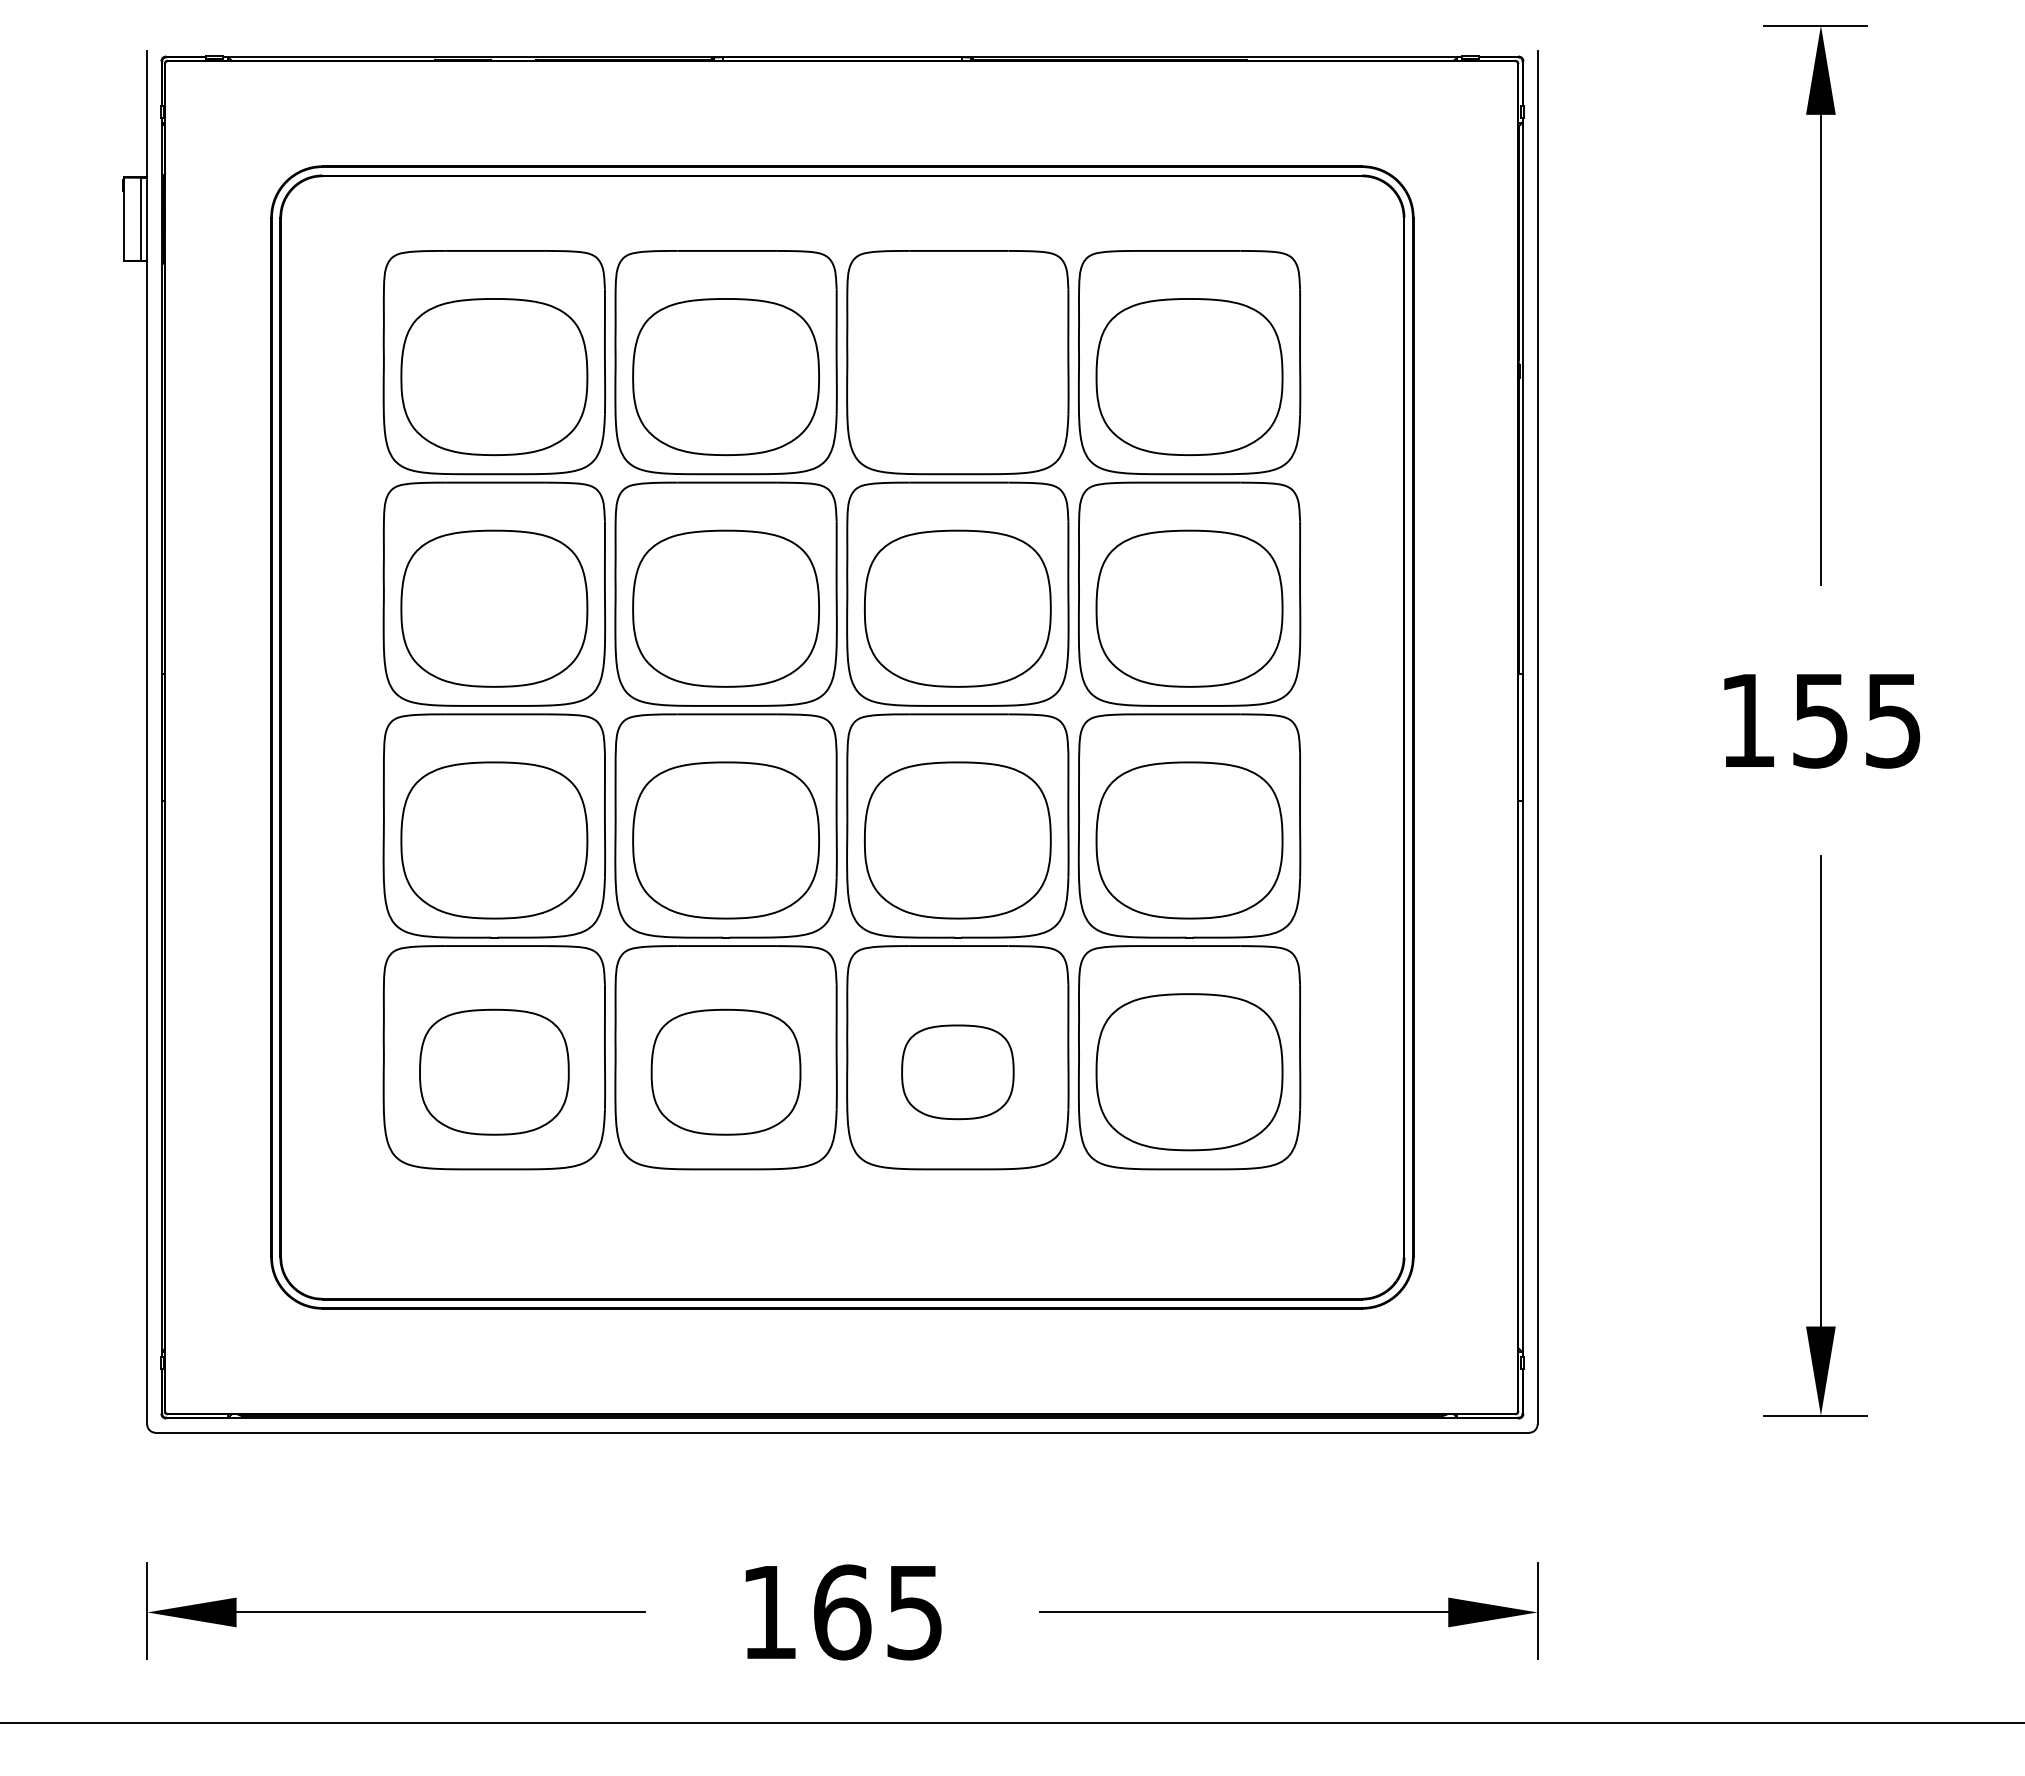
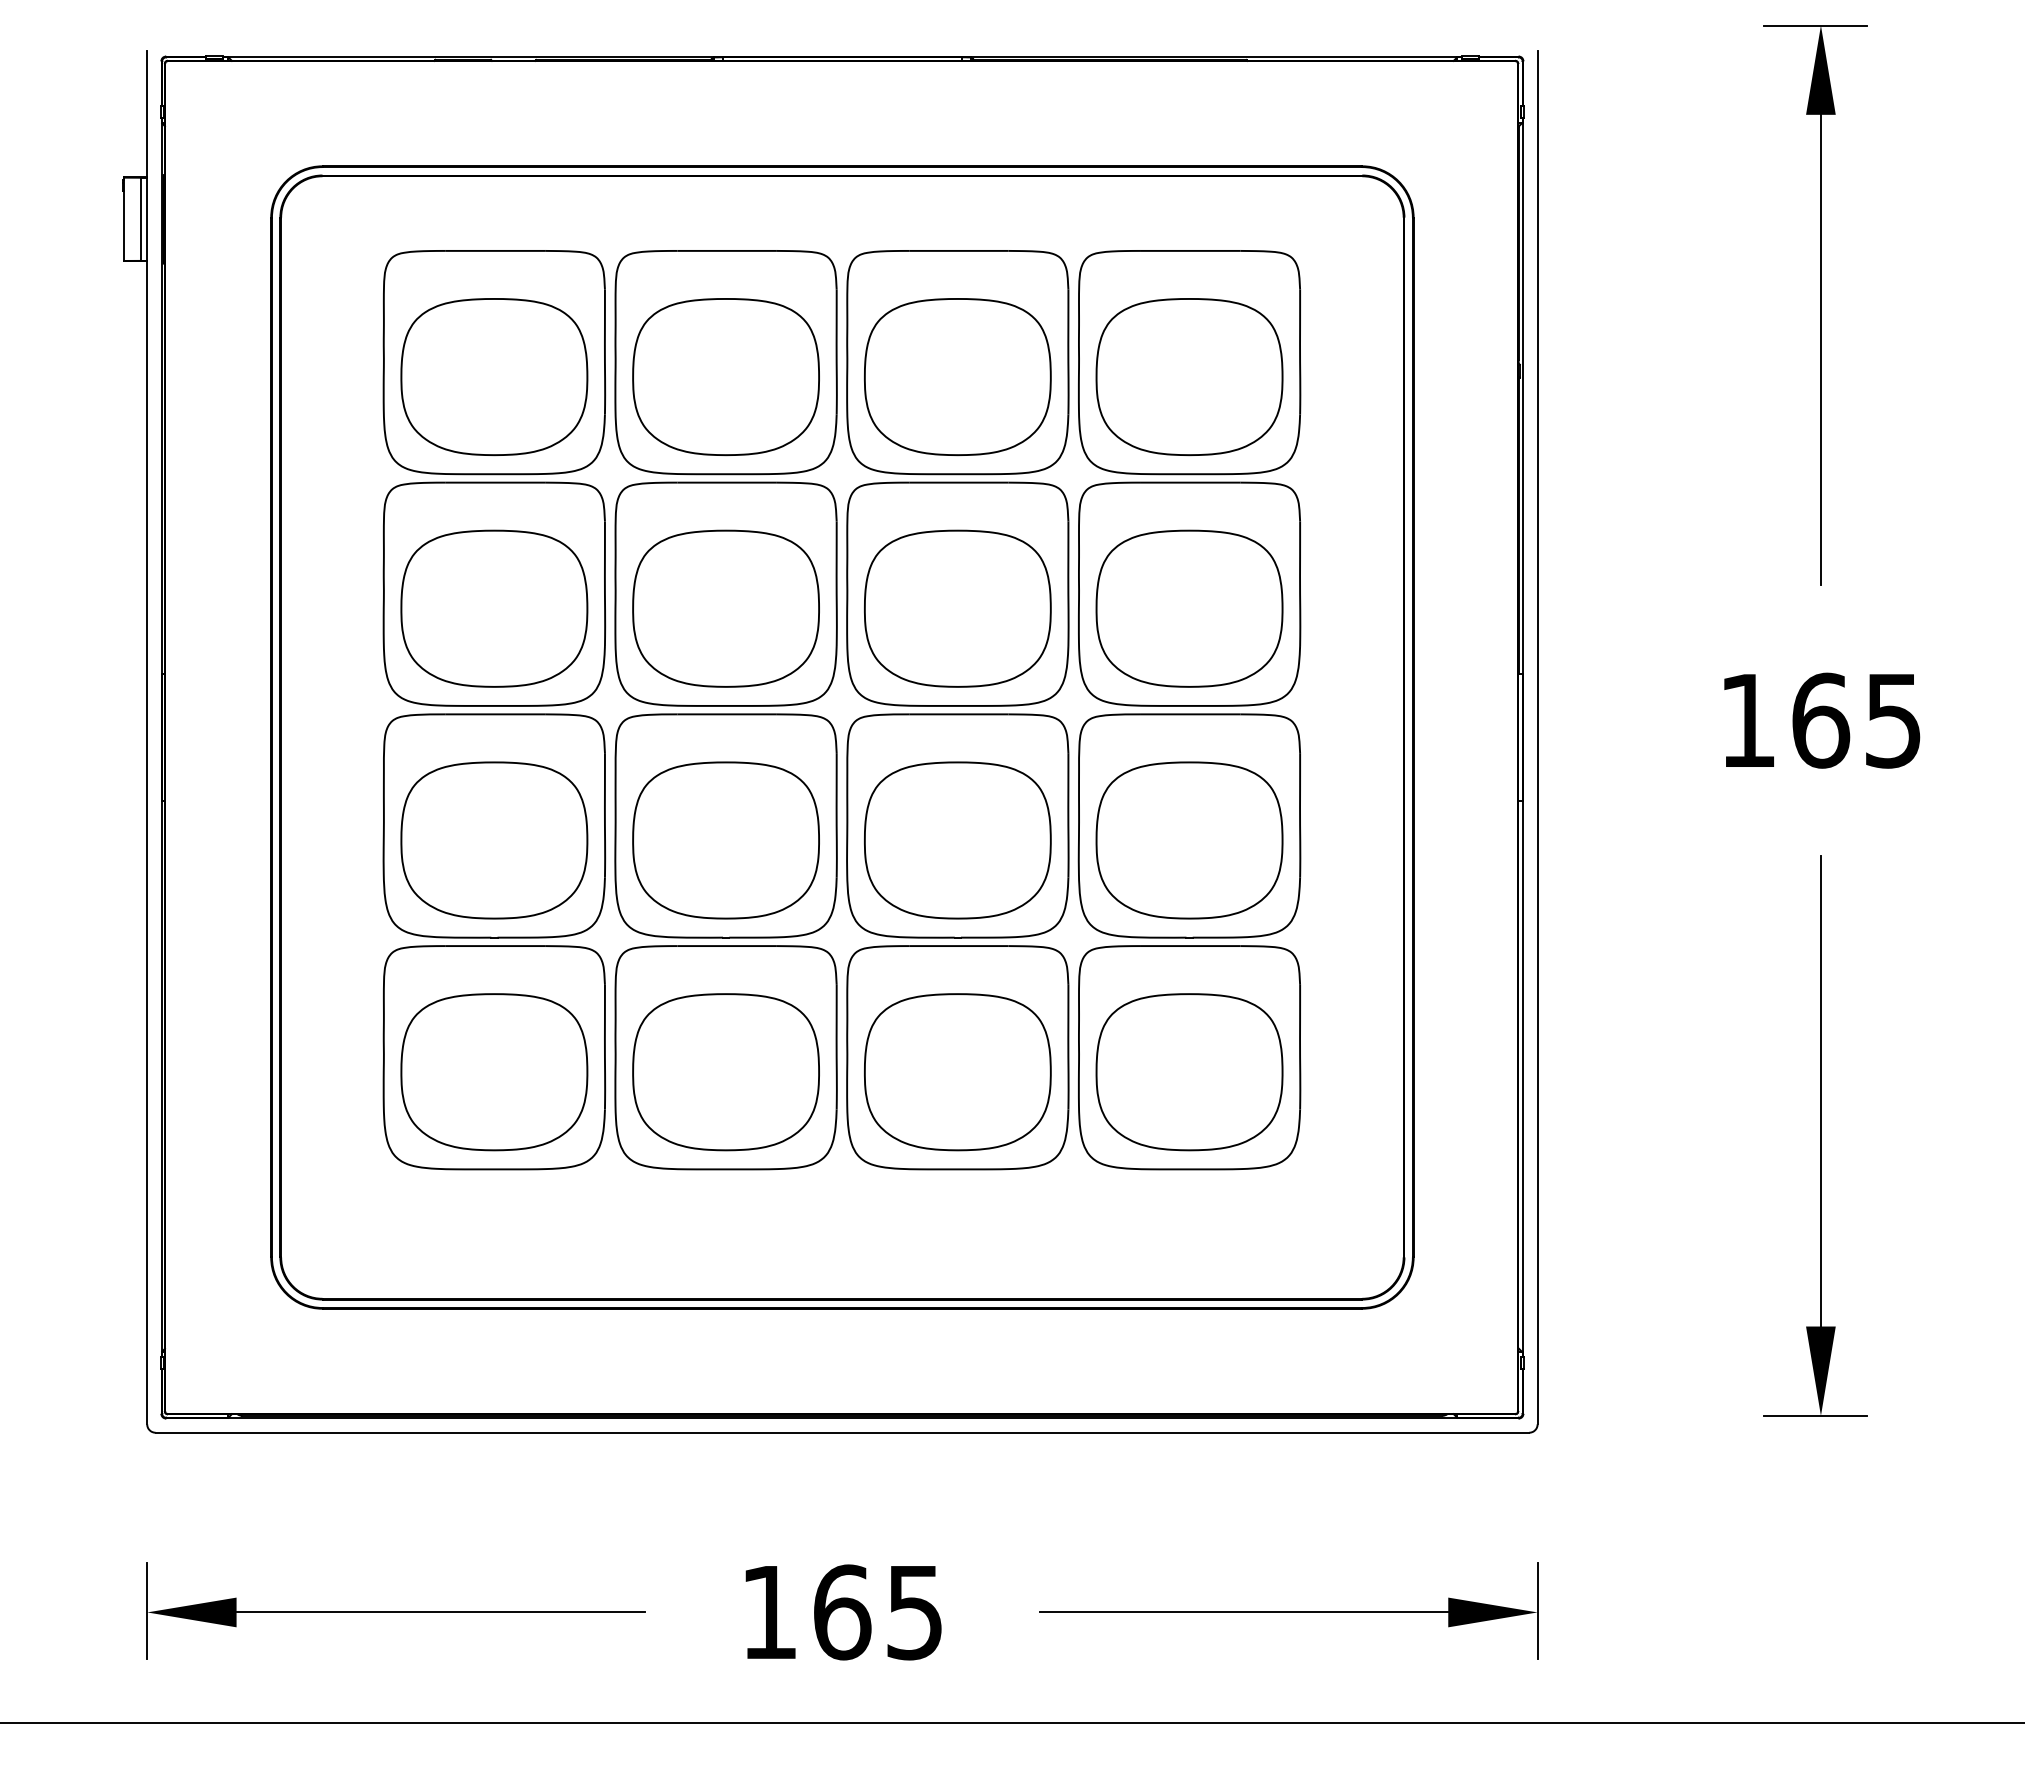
part at (957, 377): none -> present
text at (1821, 720): 155 -> 165
part at (494, 1071) size: 151x128 px -> 189x159 px
part at (725, 1071) size: 152x128 px -> 188x159 px
part at (957, 1072) size: 114x97 px -> 188x159 px
